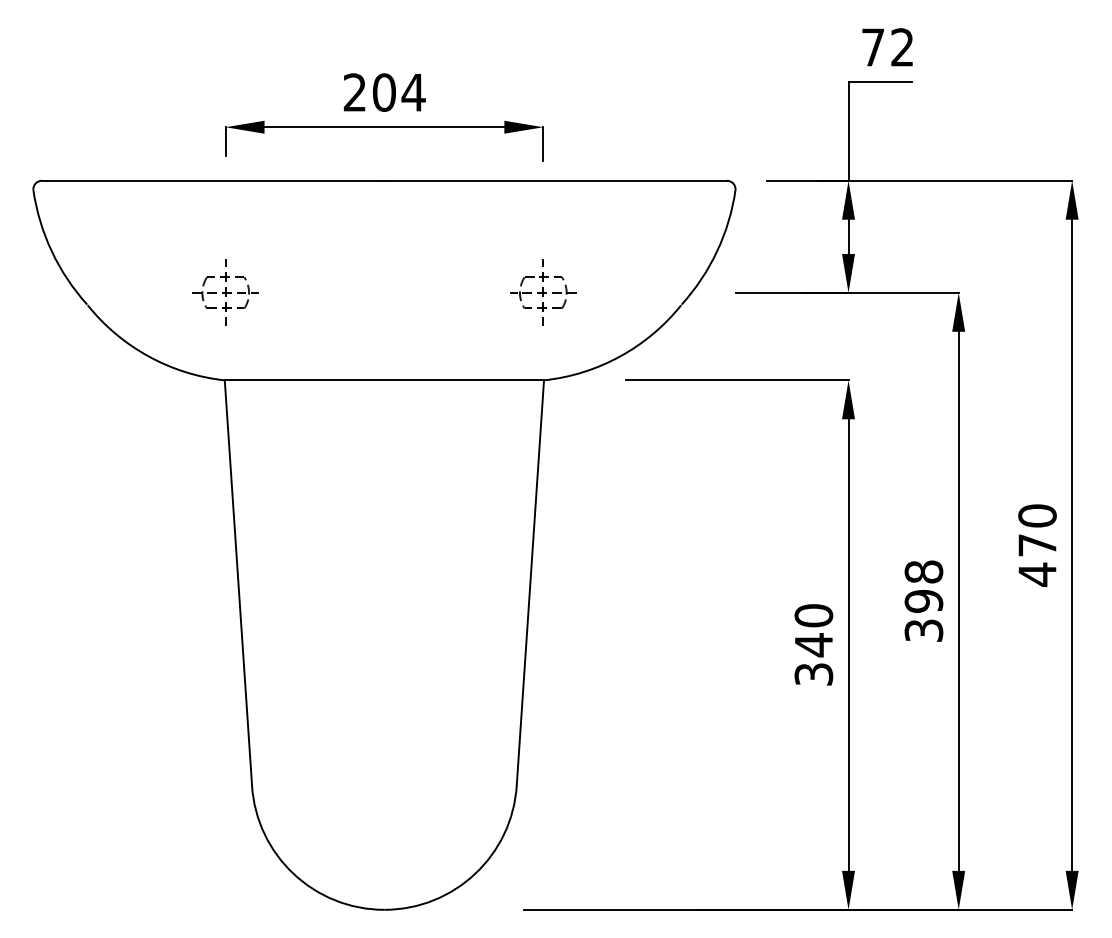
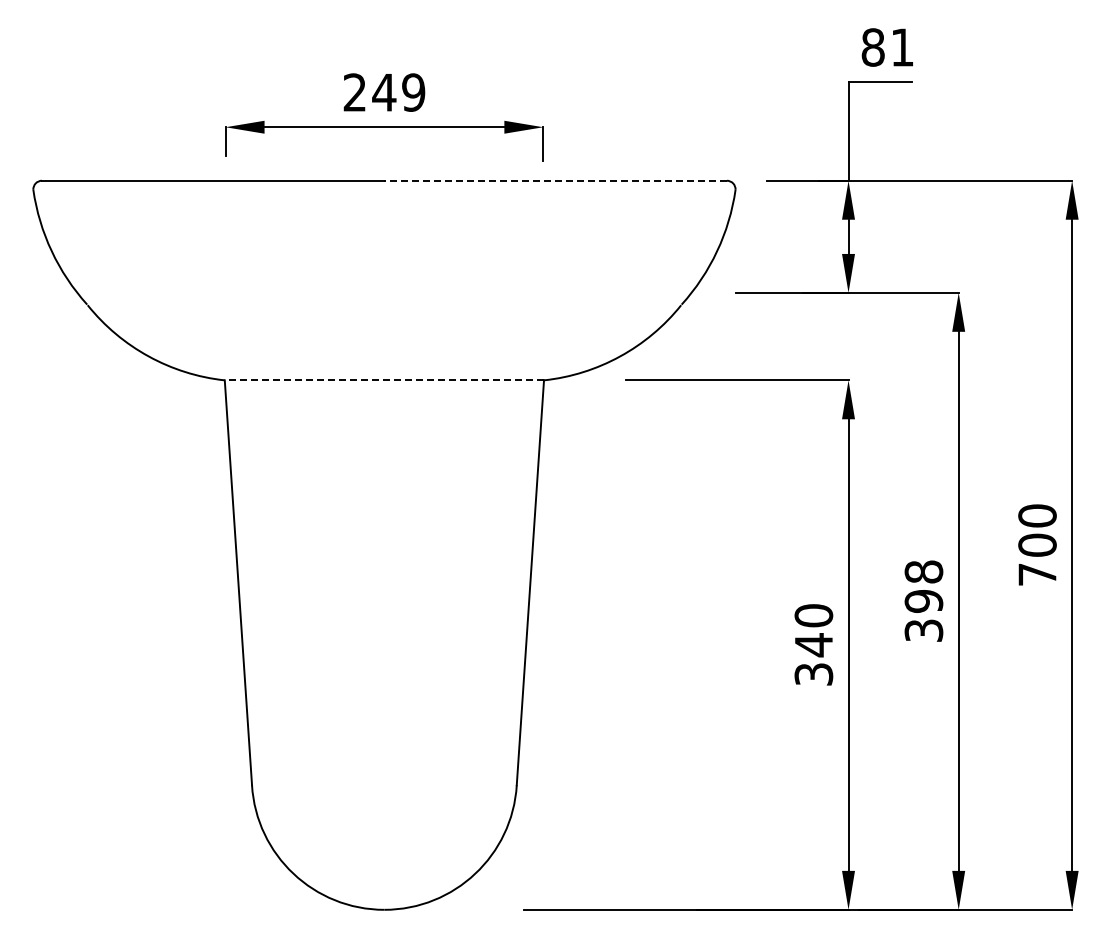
text at (886, 47): 72 -> 81
text at (398, 92): 204 -> 249
line at (555, 180): solid -> dashed
part at (225, 292): present -> none
part at (543, 292): present -> none
line at (384, 380): solid -> dashed
text at (1037, 559): 470 -> 700
